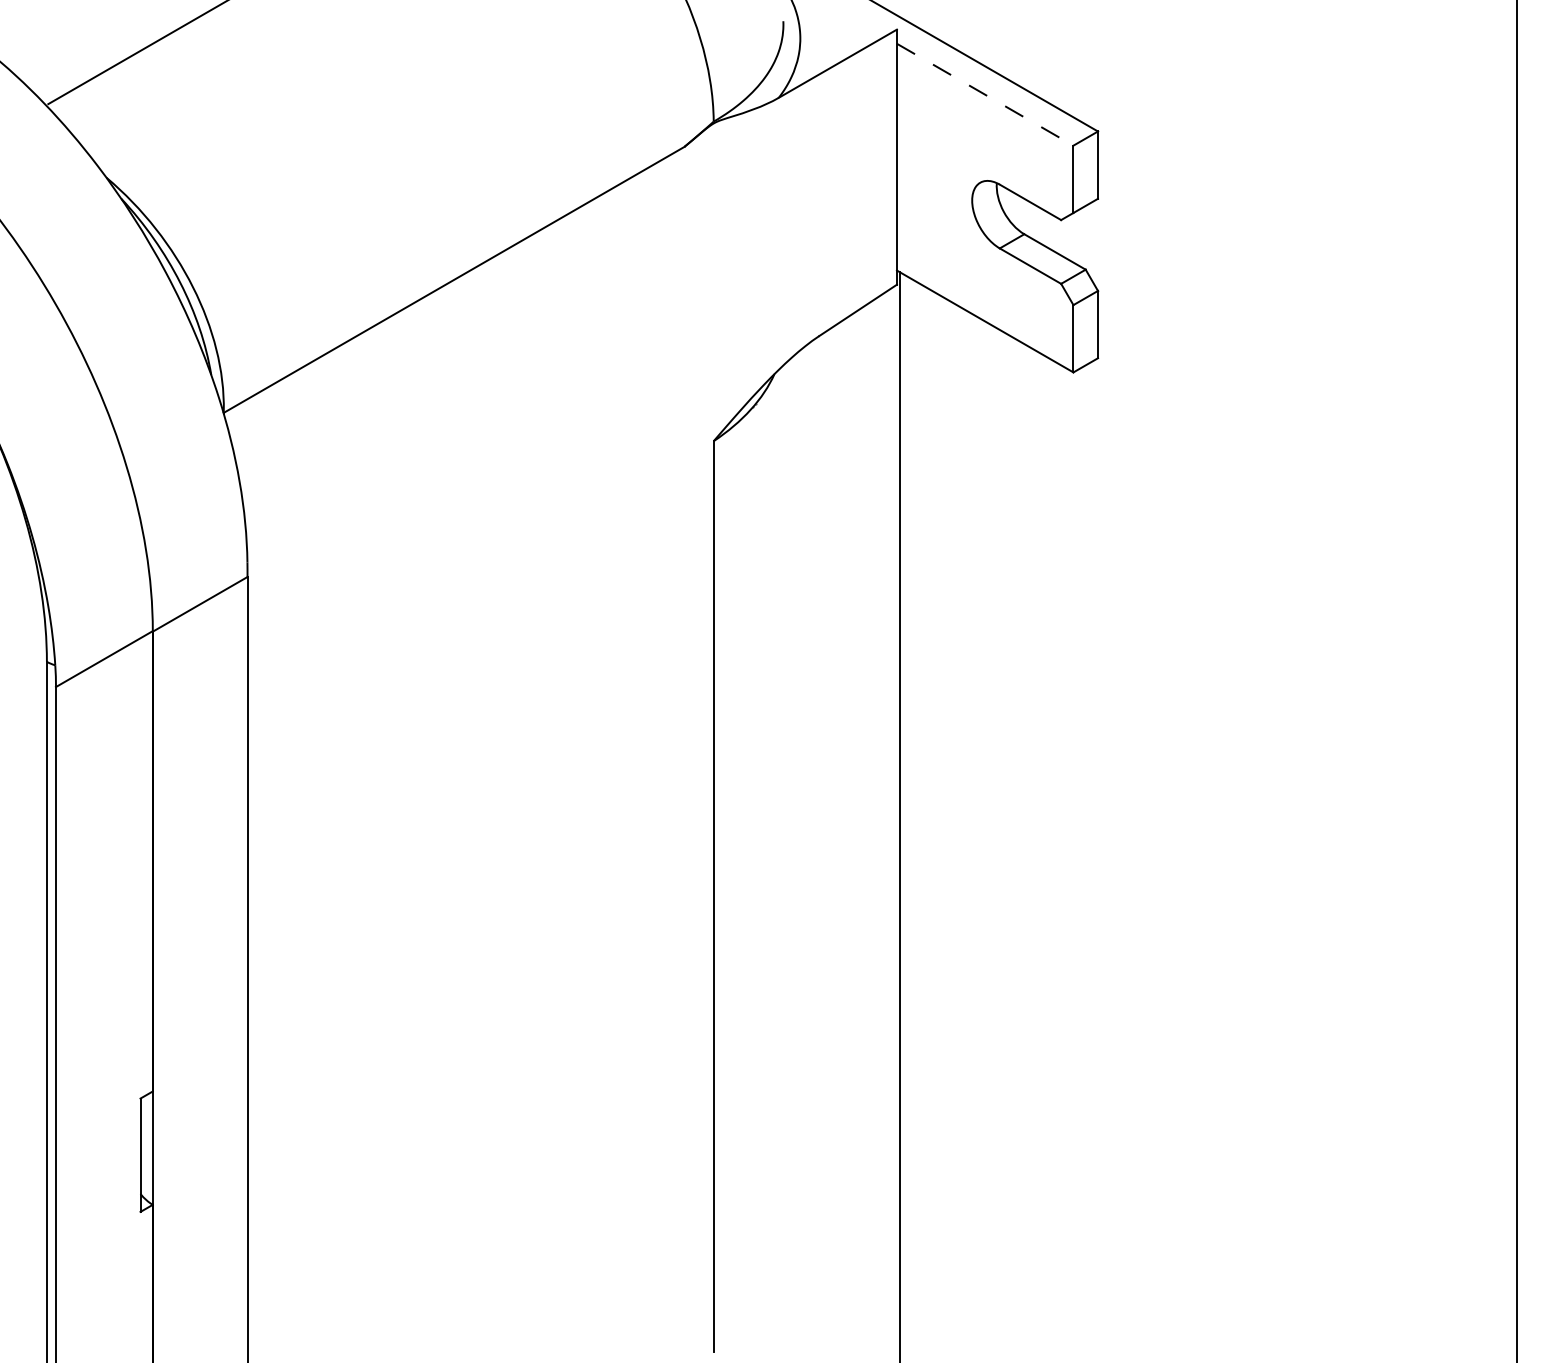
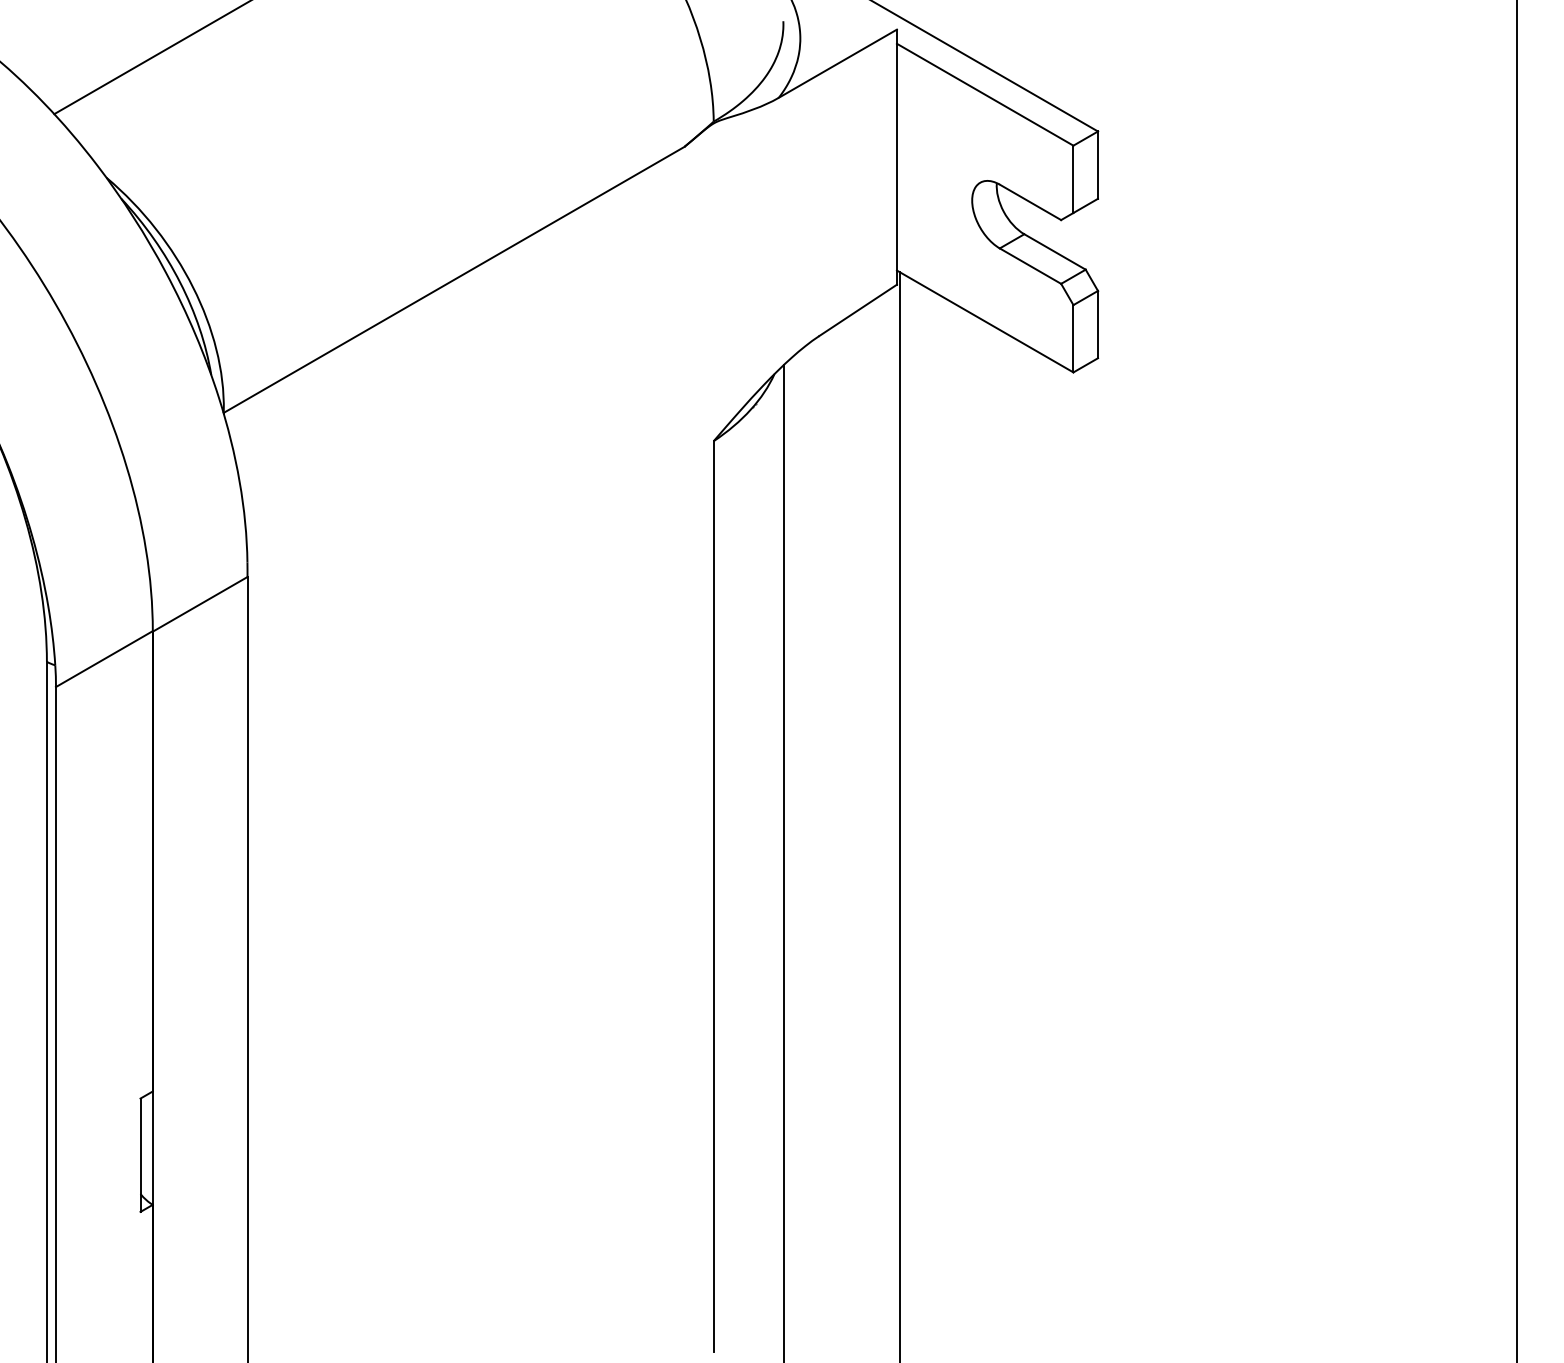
line at (136, 53) position: (136, 53) -> (150, 58)
line at (985, 94): dashed -> solid
line at (783, 862): none -> present
